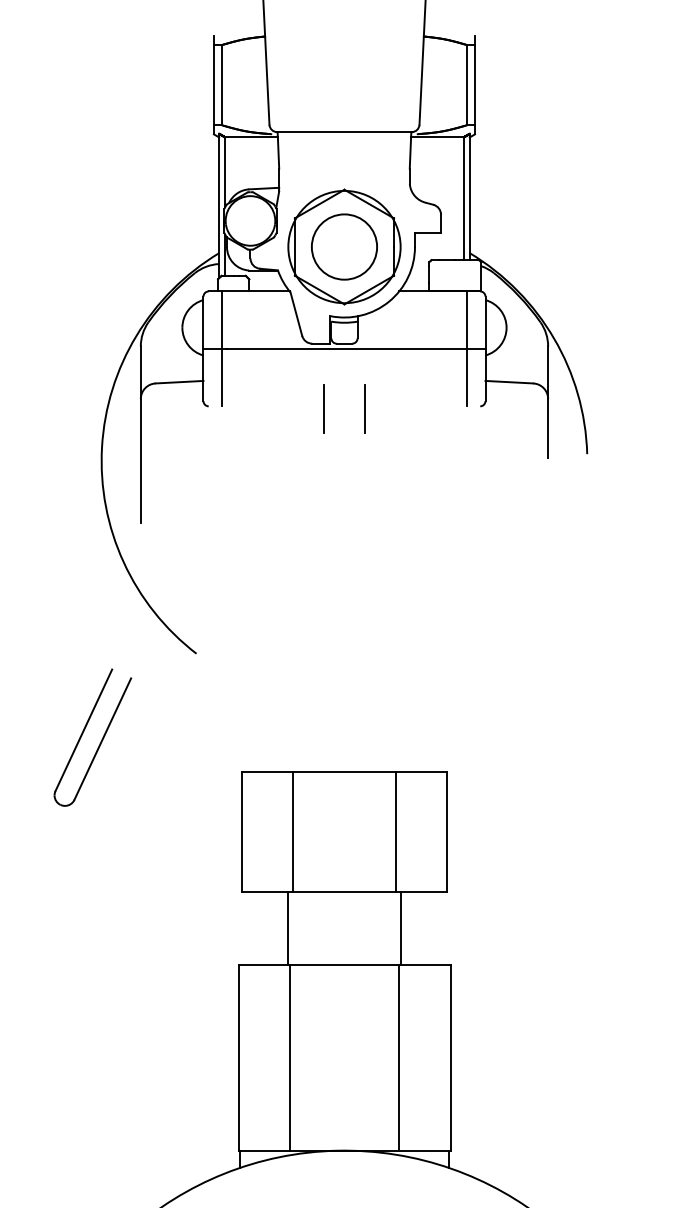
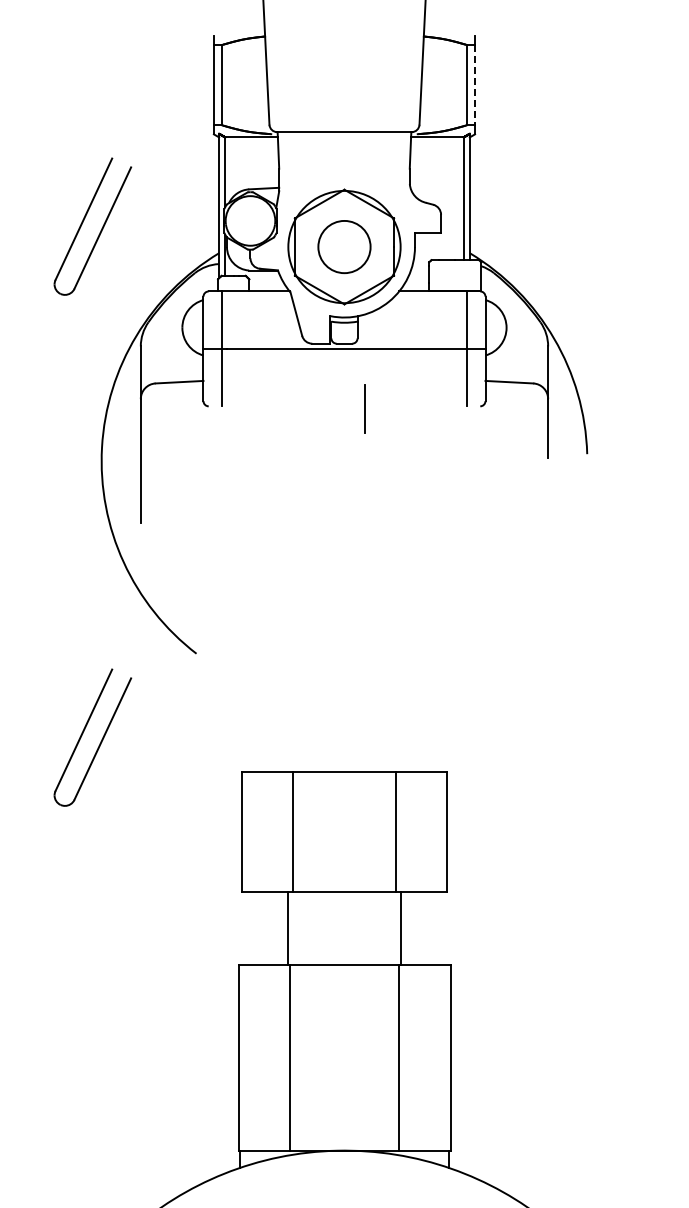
line at (475, 85): solid -> dashed
part at (100, 230): none -> present
circle at (344, 246) diameter: 65 px -> 52 px
line at (323, 408): present -> none
